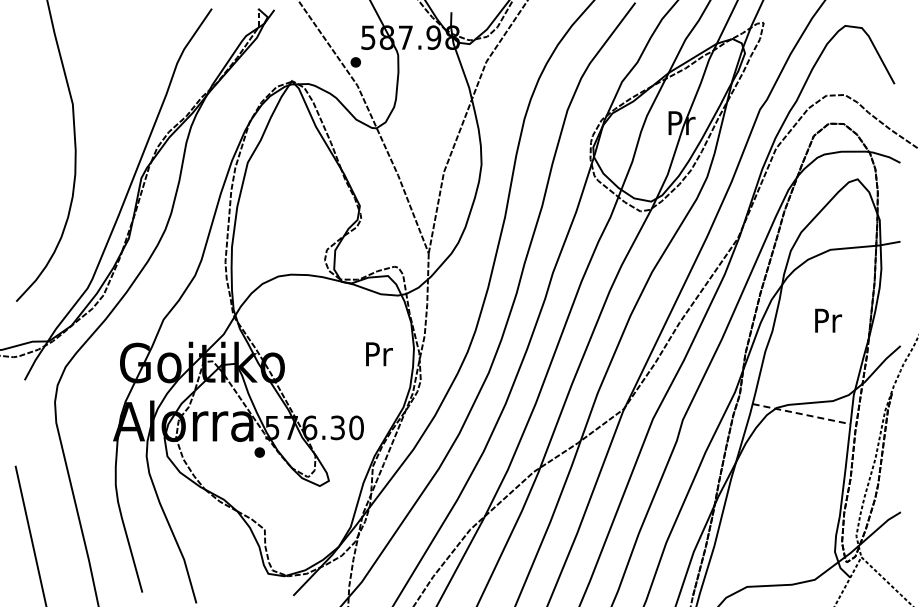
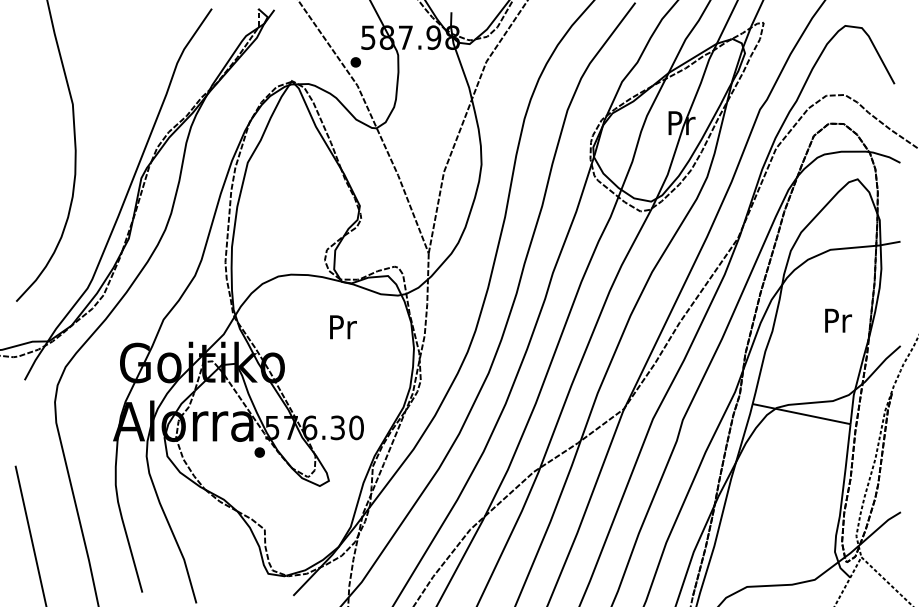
text at (828, 320) position: (828, 320) -> (838, 320)
text at (379, 354) position: (379, 354) -> (343, 327)
line at (801, 414): dashed -> solid
